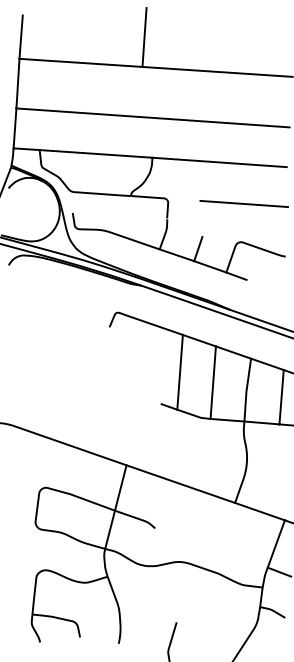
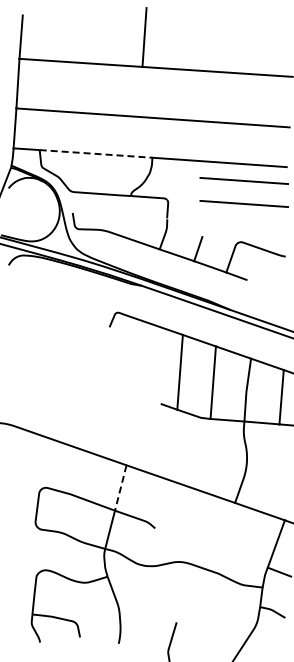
line at (96, 153): solid -> dashed
line at (243, 180): none -> present
line at (120, 488): solid -> dashed
